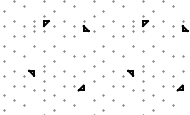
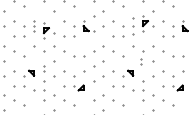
part at (49, 23) position: (49, 23) -> (49, 30)
part at (133, 26) size: 3x13 px -> 3x19 px
part at (143, 68) position: (143, 68) -> (141, 61)
